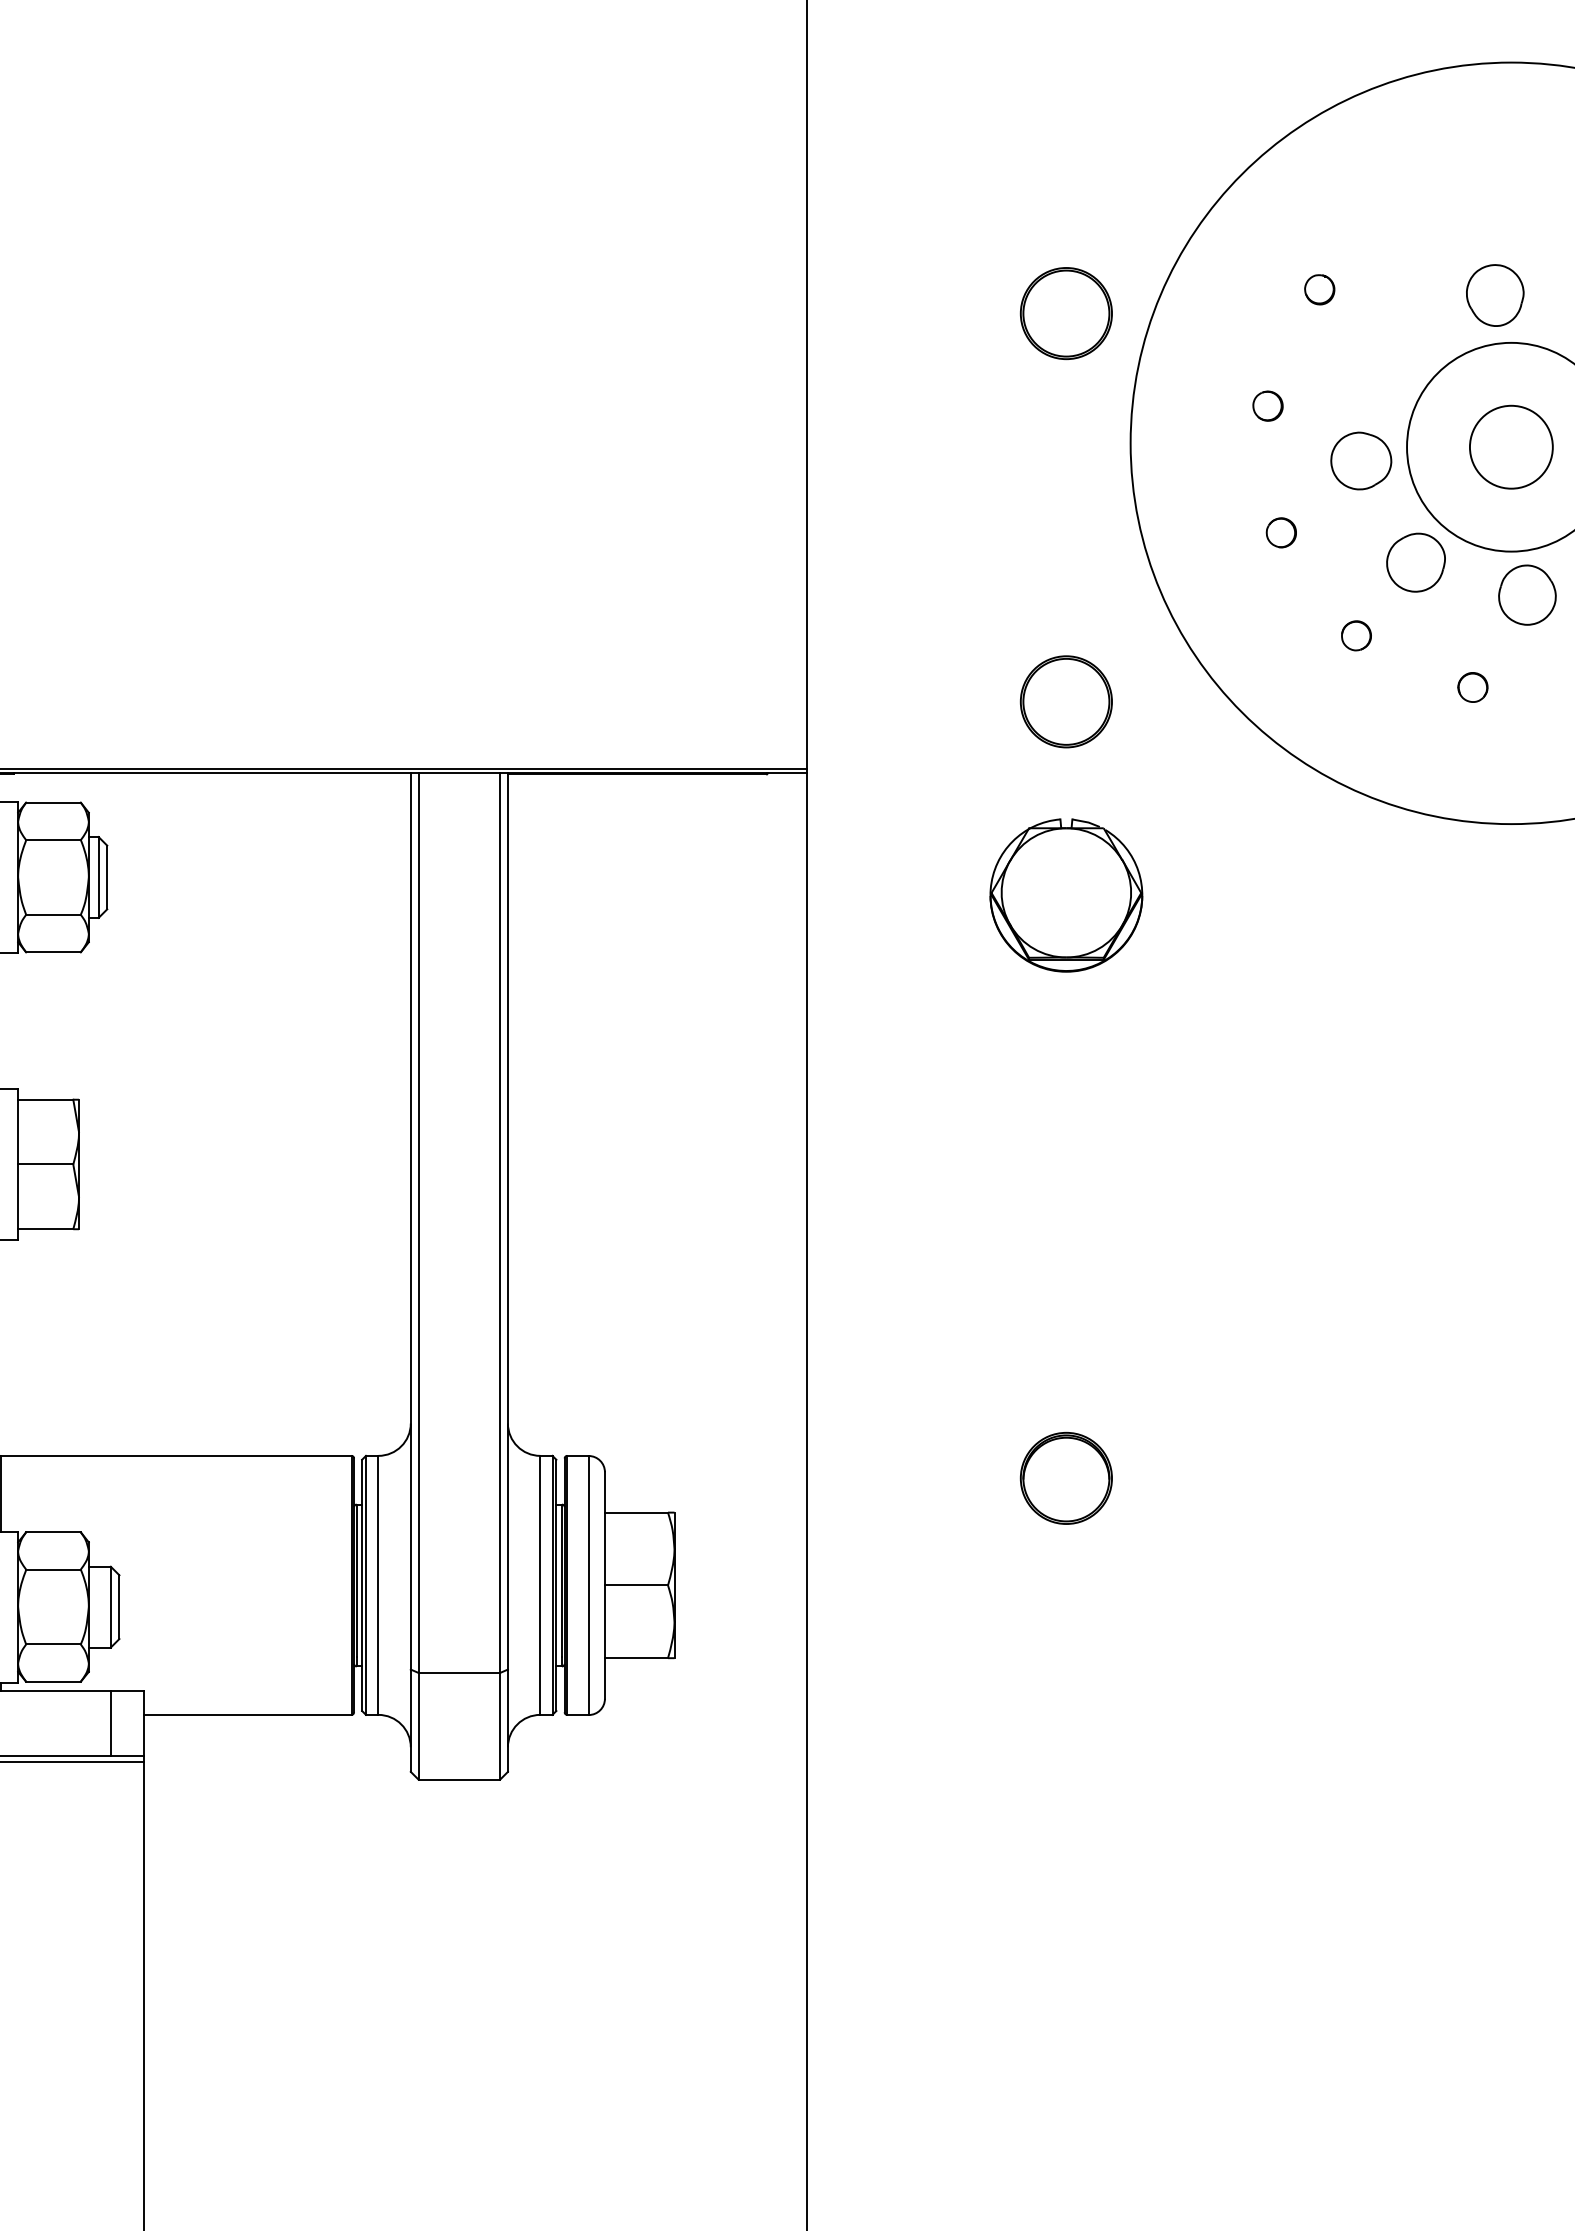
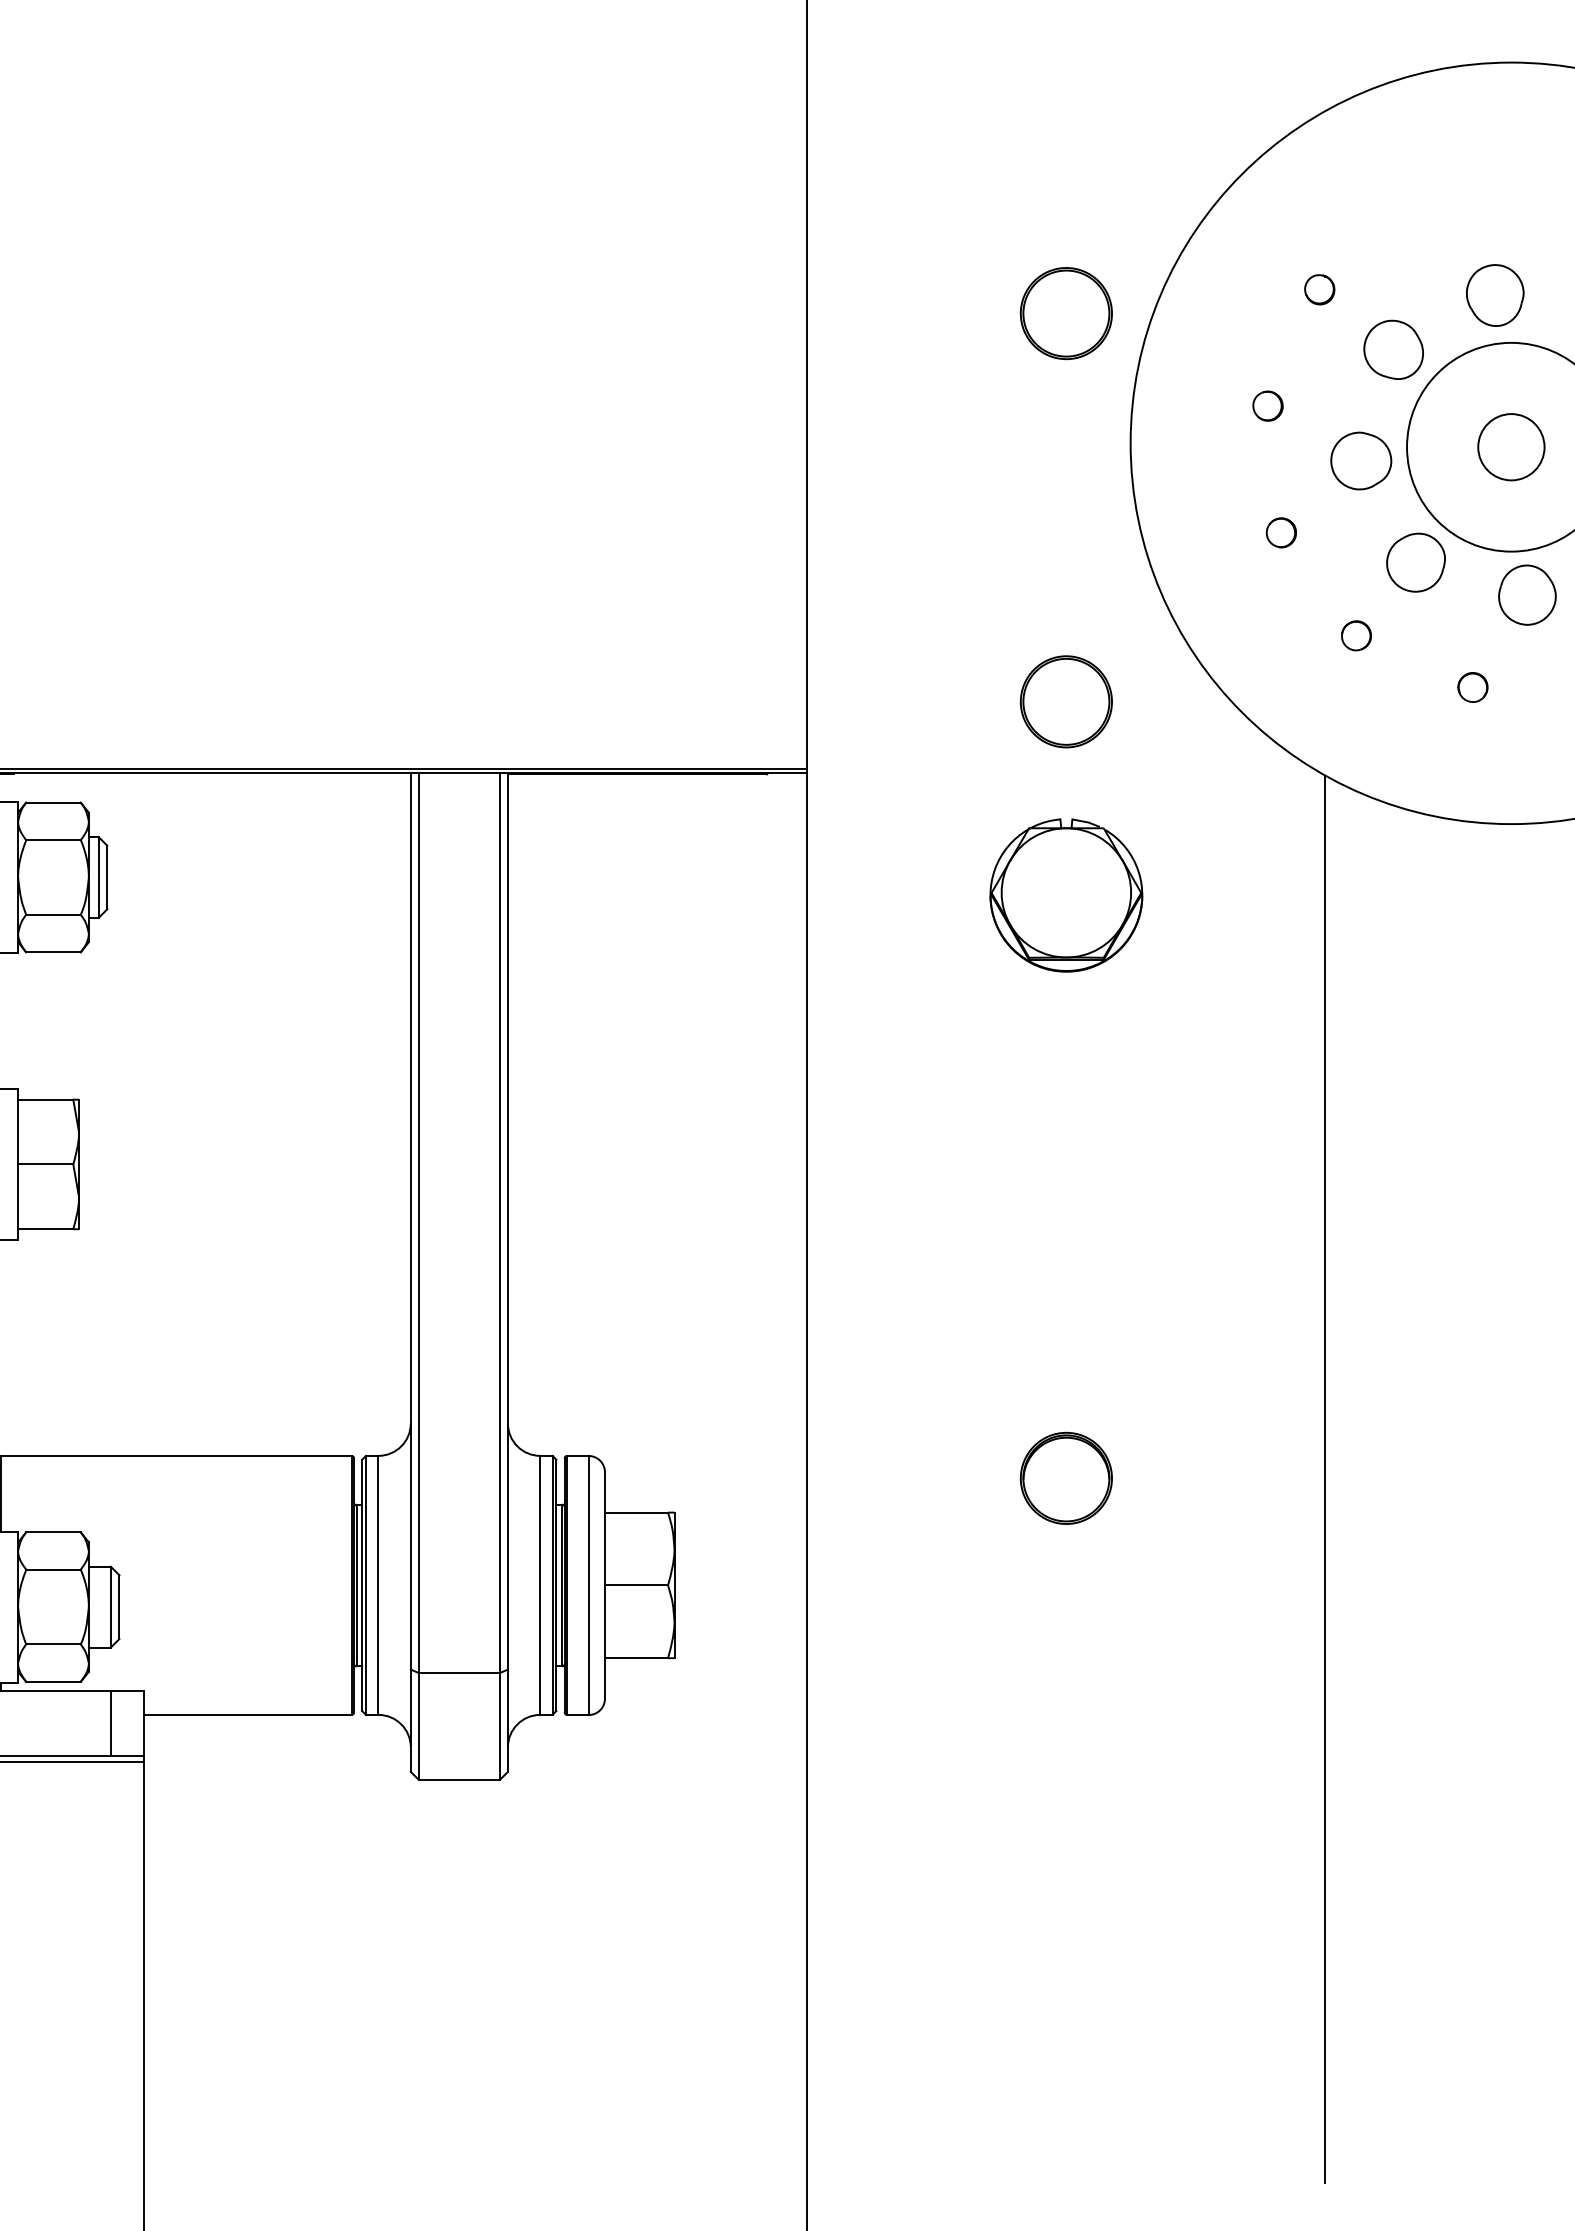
part at (1393, 349): none -> present
circle at (1510, 446) diameter: 83 px -> 66 px
line at (1325, 1478): none -> present
